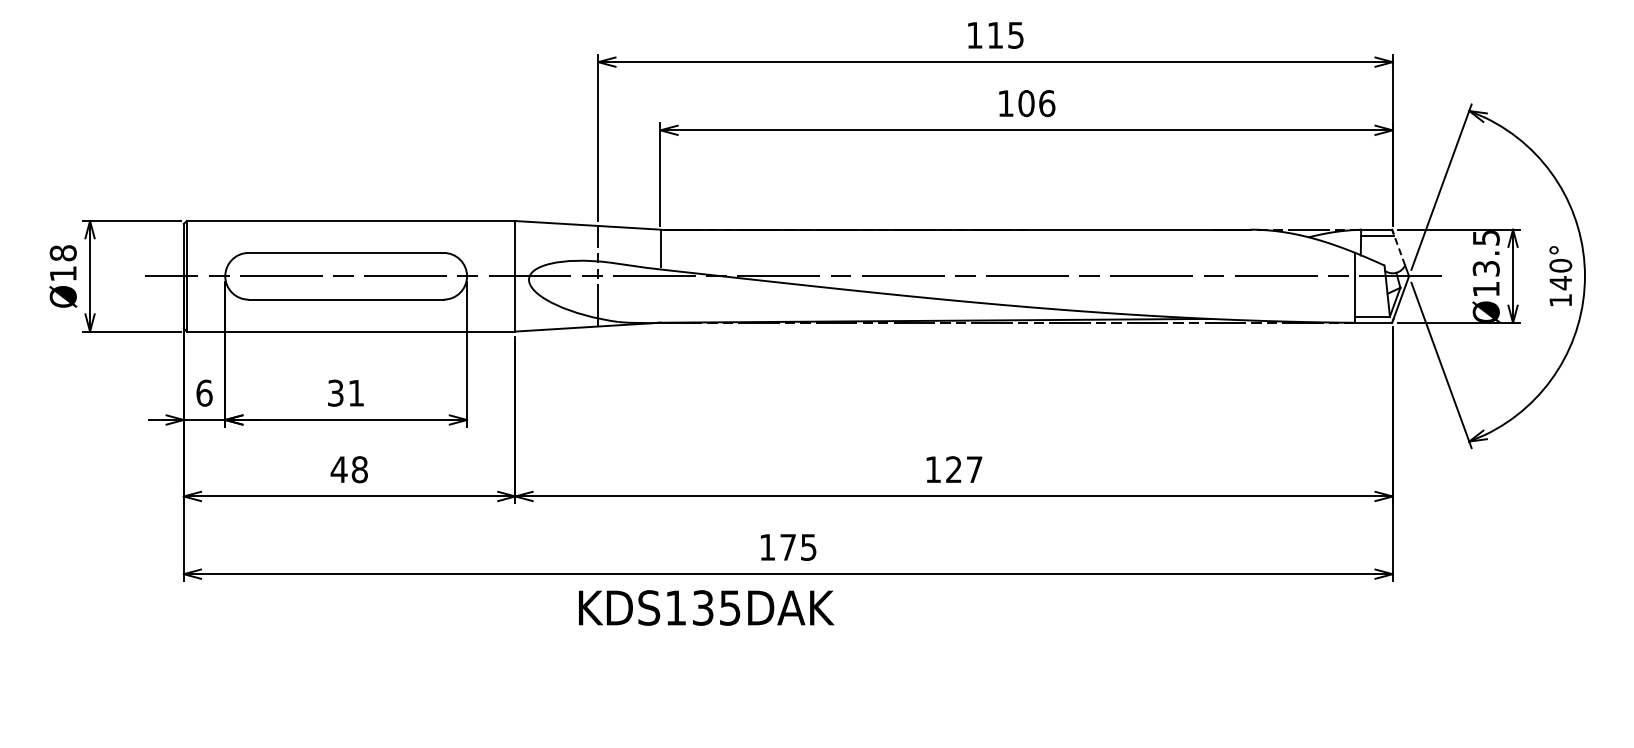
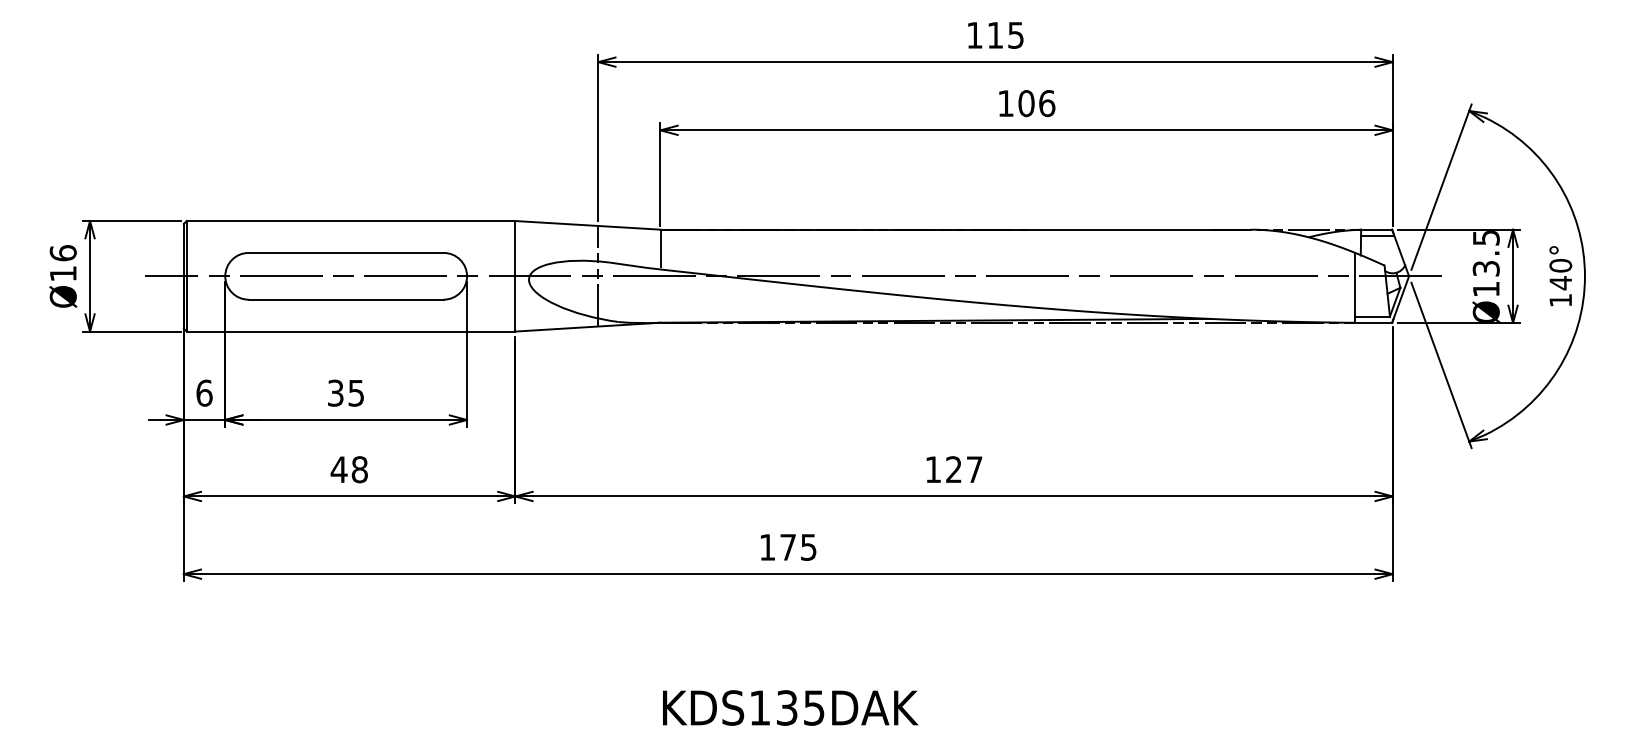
line at (1398, 247): dashed -> solid
text at (62, 253): Ø18 -> Ø16
text at (355, 393): 31 -> 35
text at (706, 607) position: (706, 607) -> (790, 707)
